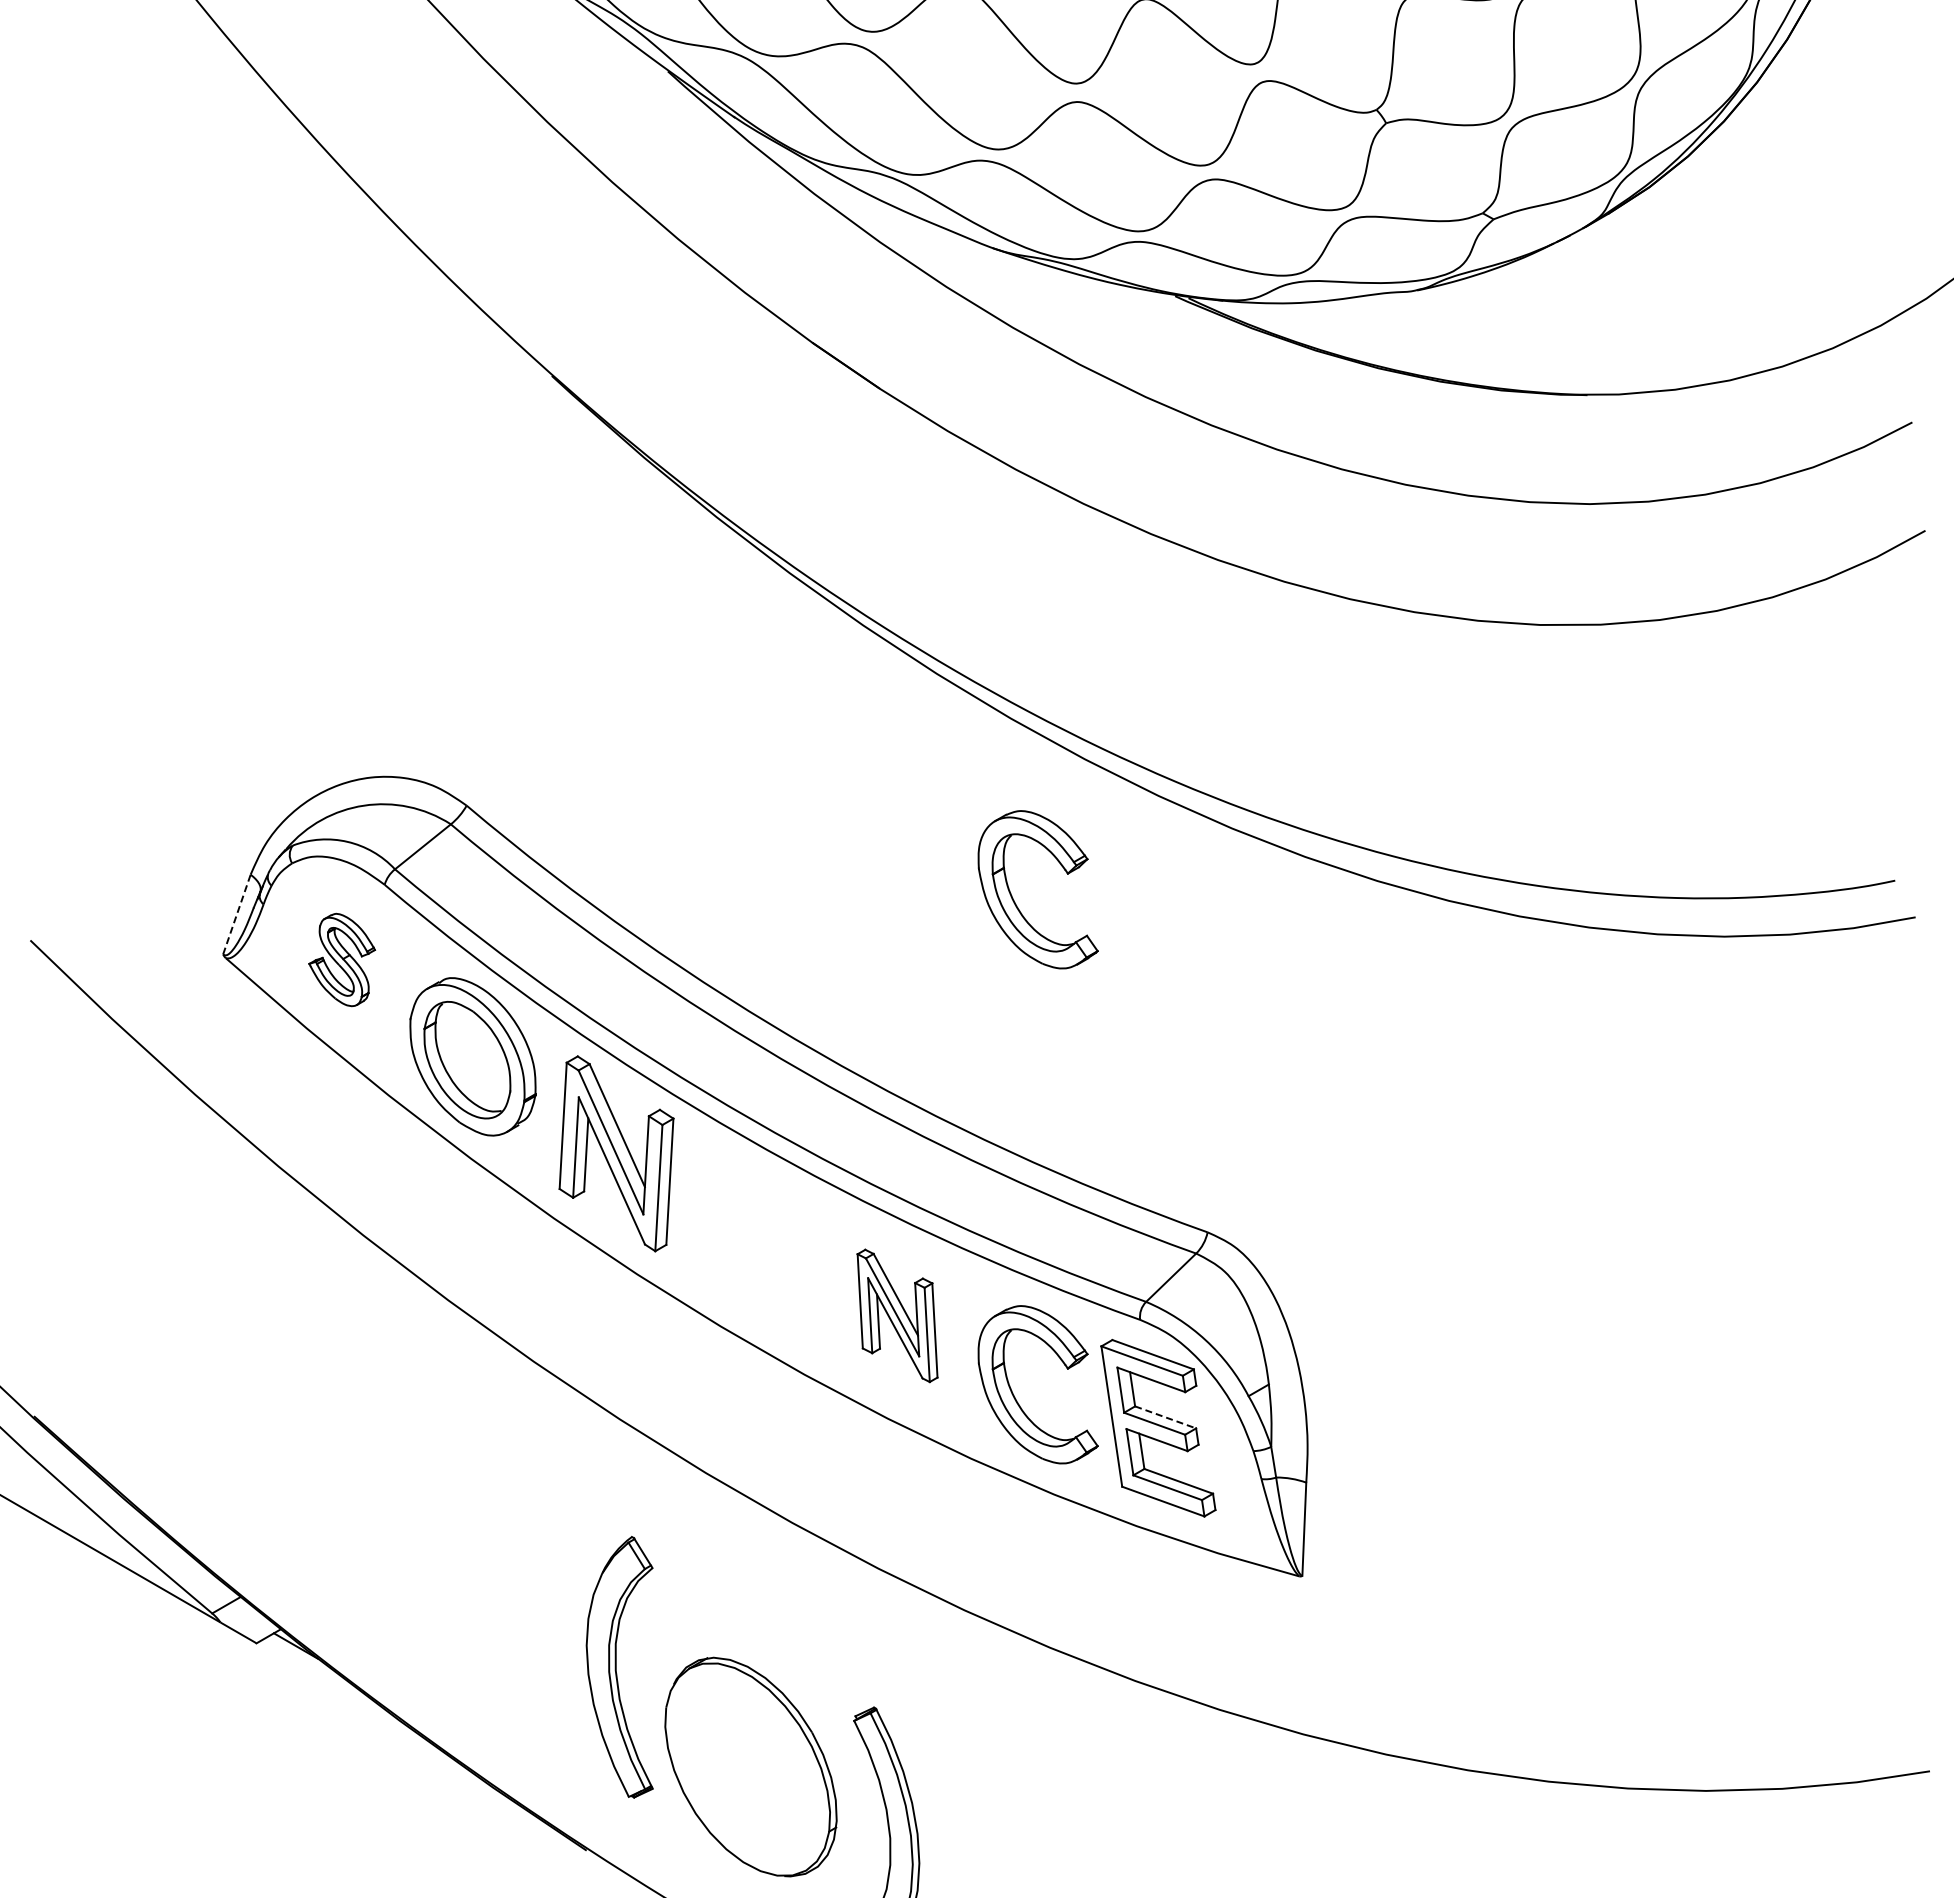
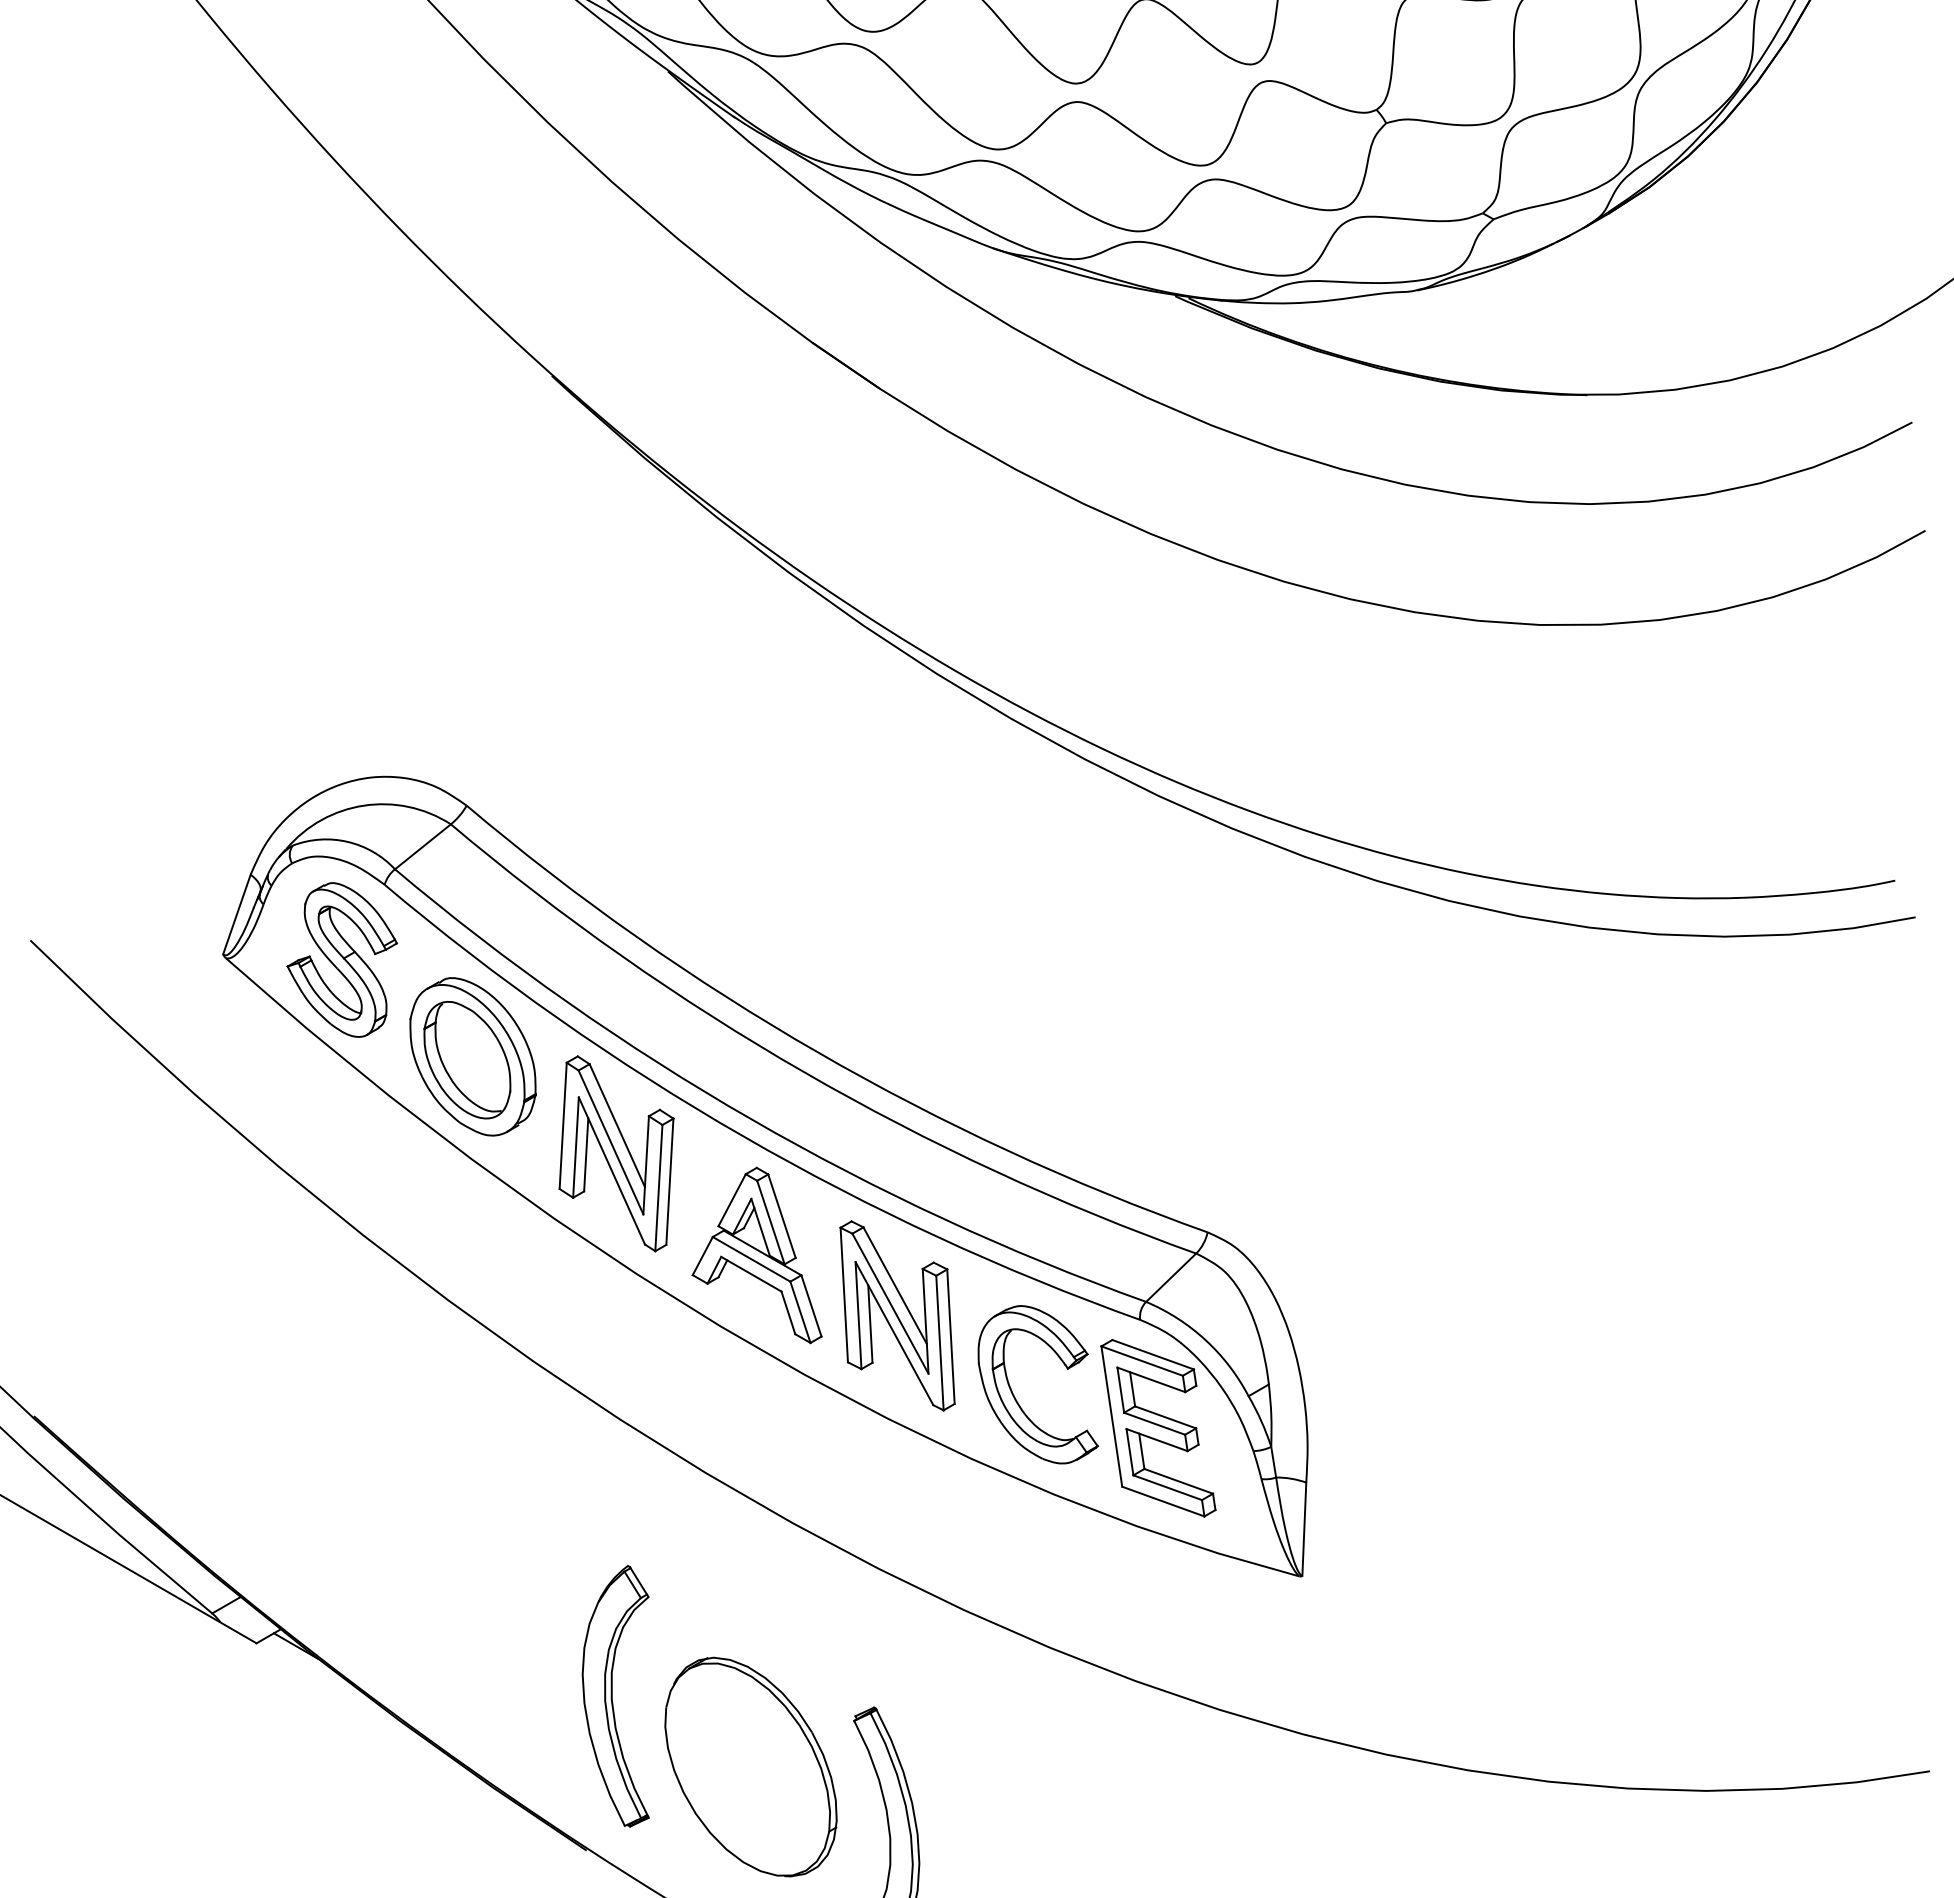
part at (1014, 900): present -> none
line at (237, 914): dashed -> solid
part at (342, 959) size: 69x96 px -> 112x156 px
part at (756, 1255): none -> present
part at (897, 1315) size: 83x136 px -> 117x192 px
line at (1166, 1417): dashed -> solid
part at (619, 1667) position: (619, 1667) -> (615, 1696)
